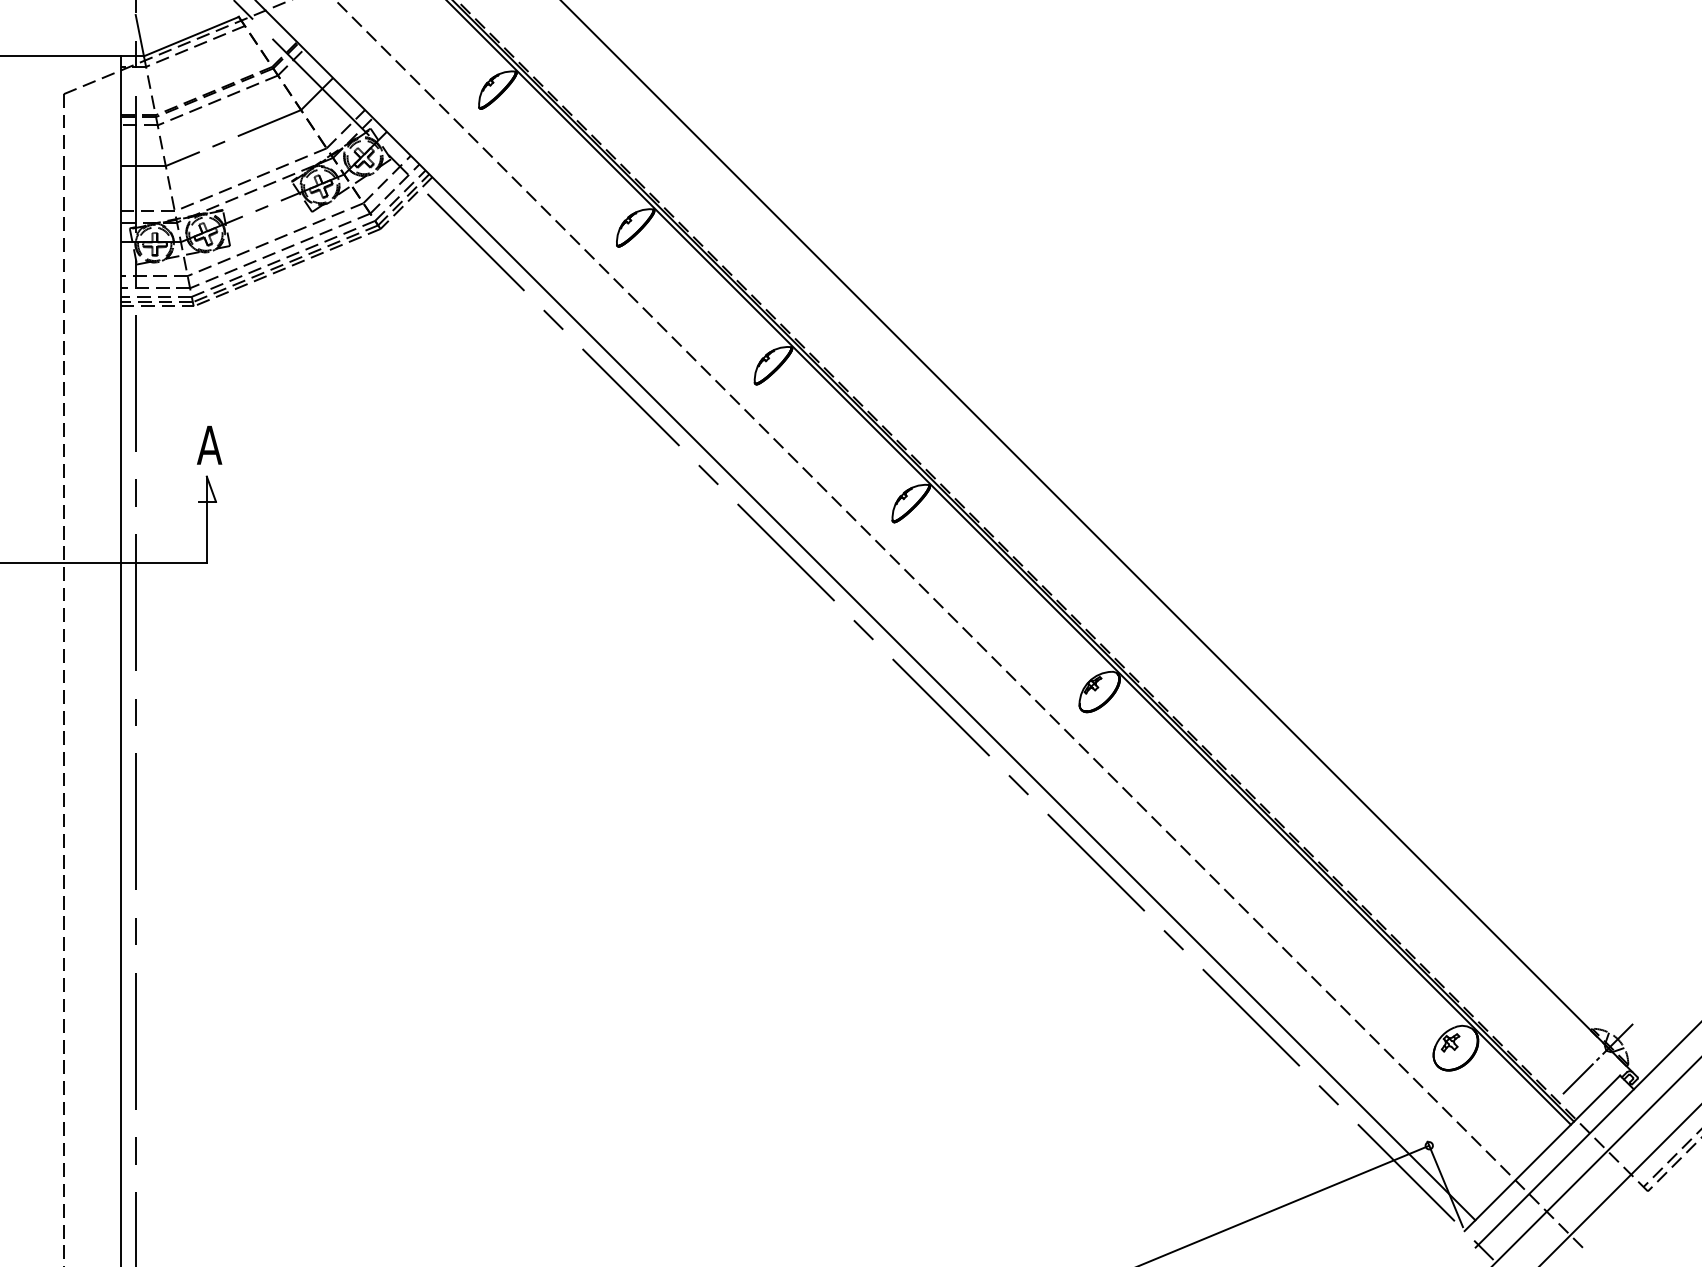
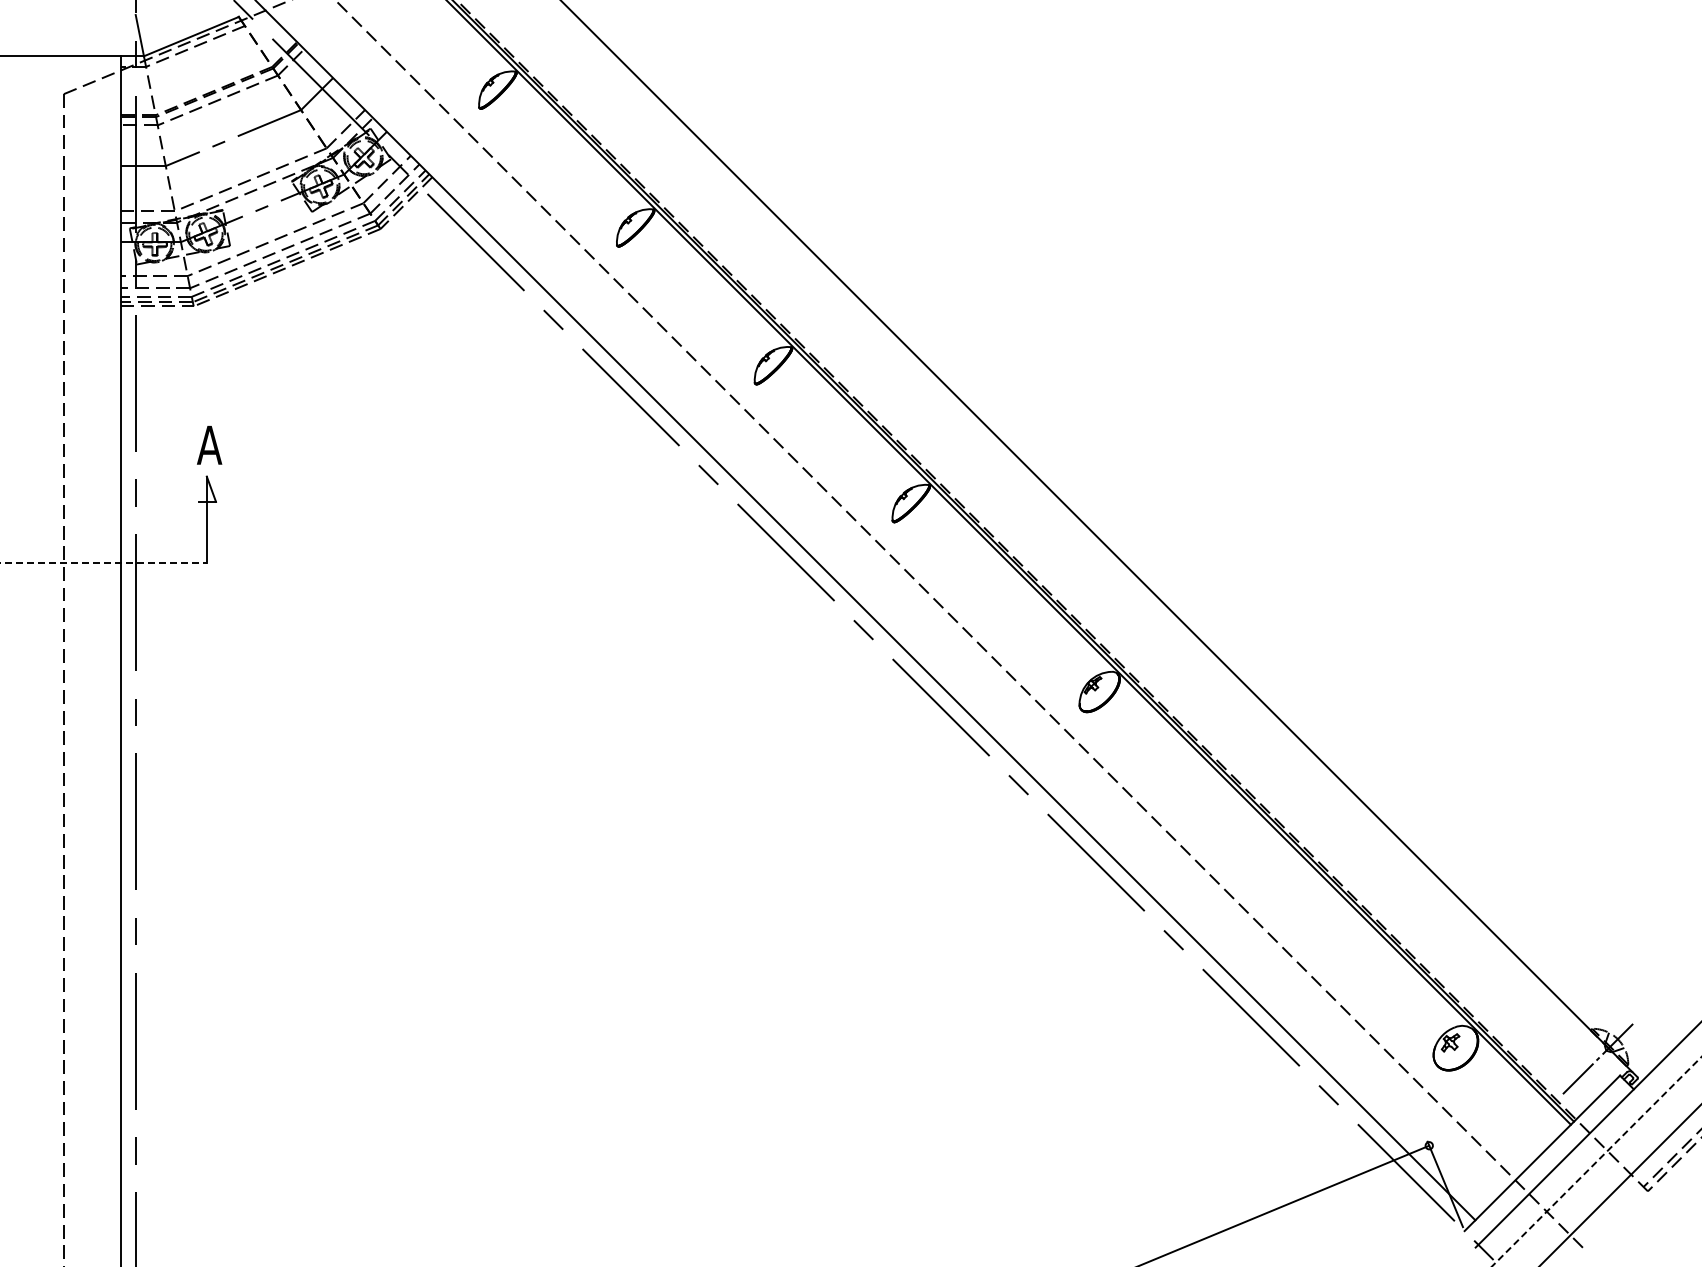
line at (103, 562): solid -> dashed
line at (1596, 1162): solid -> dashed
